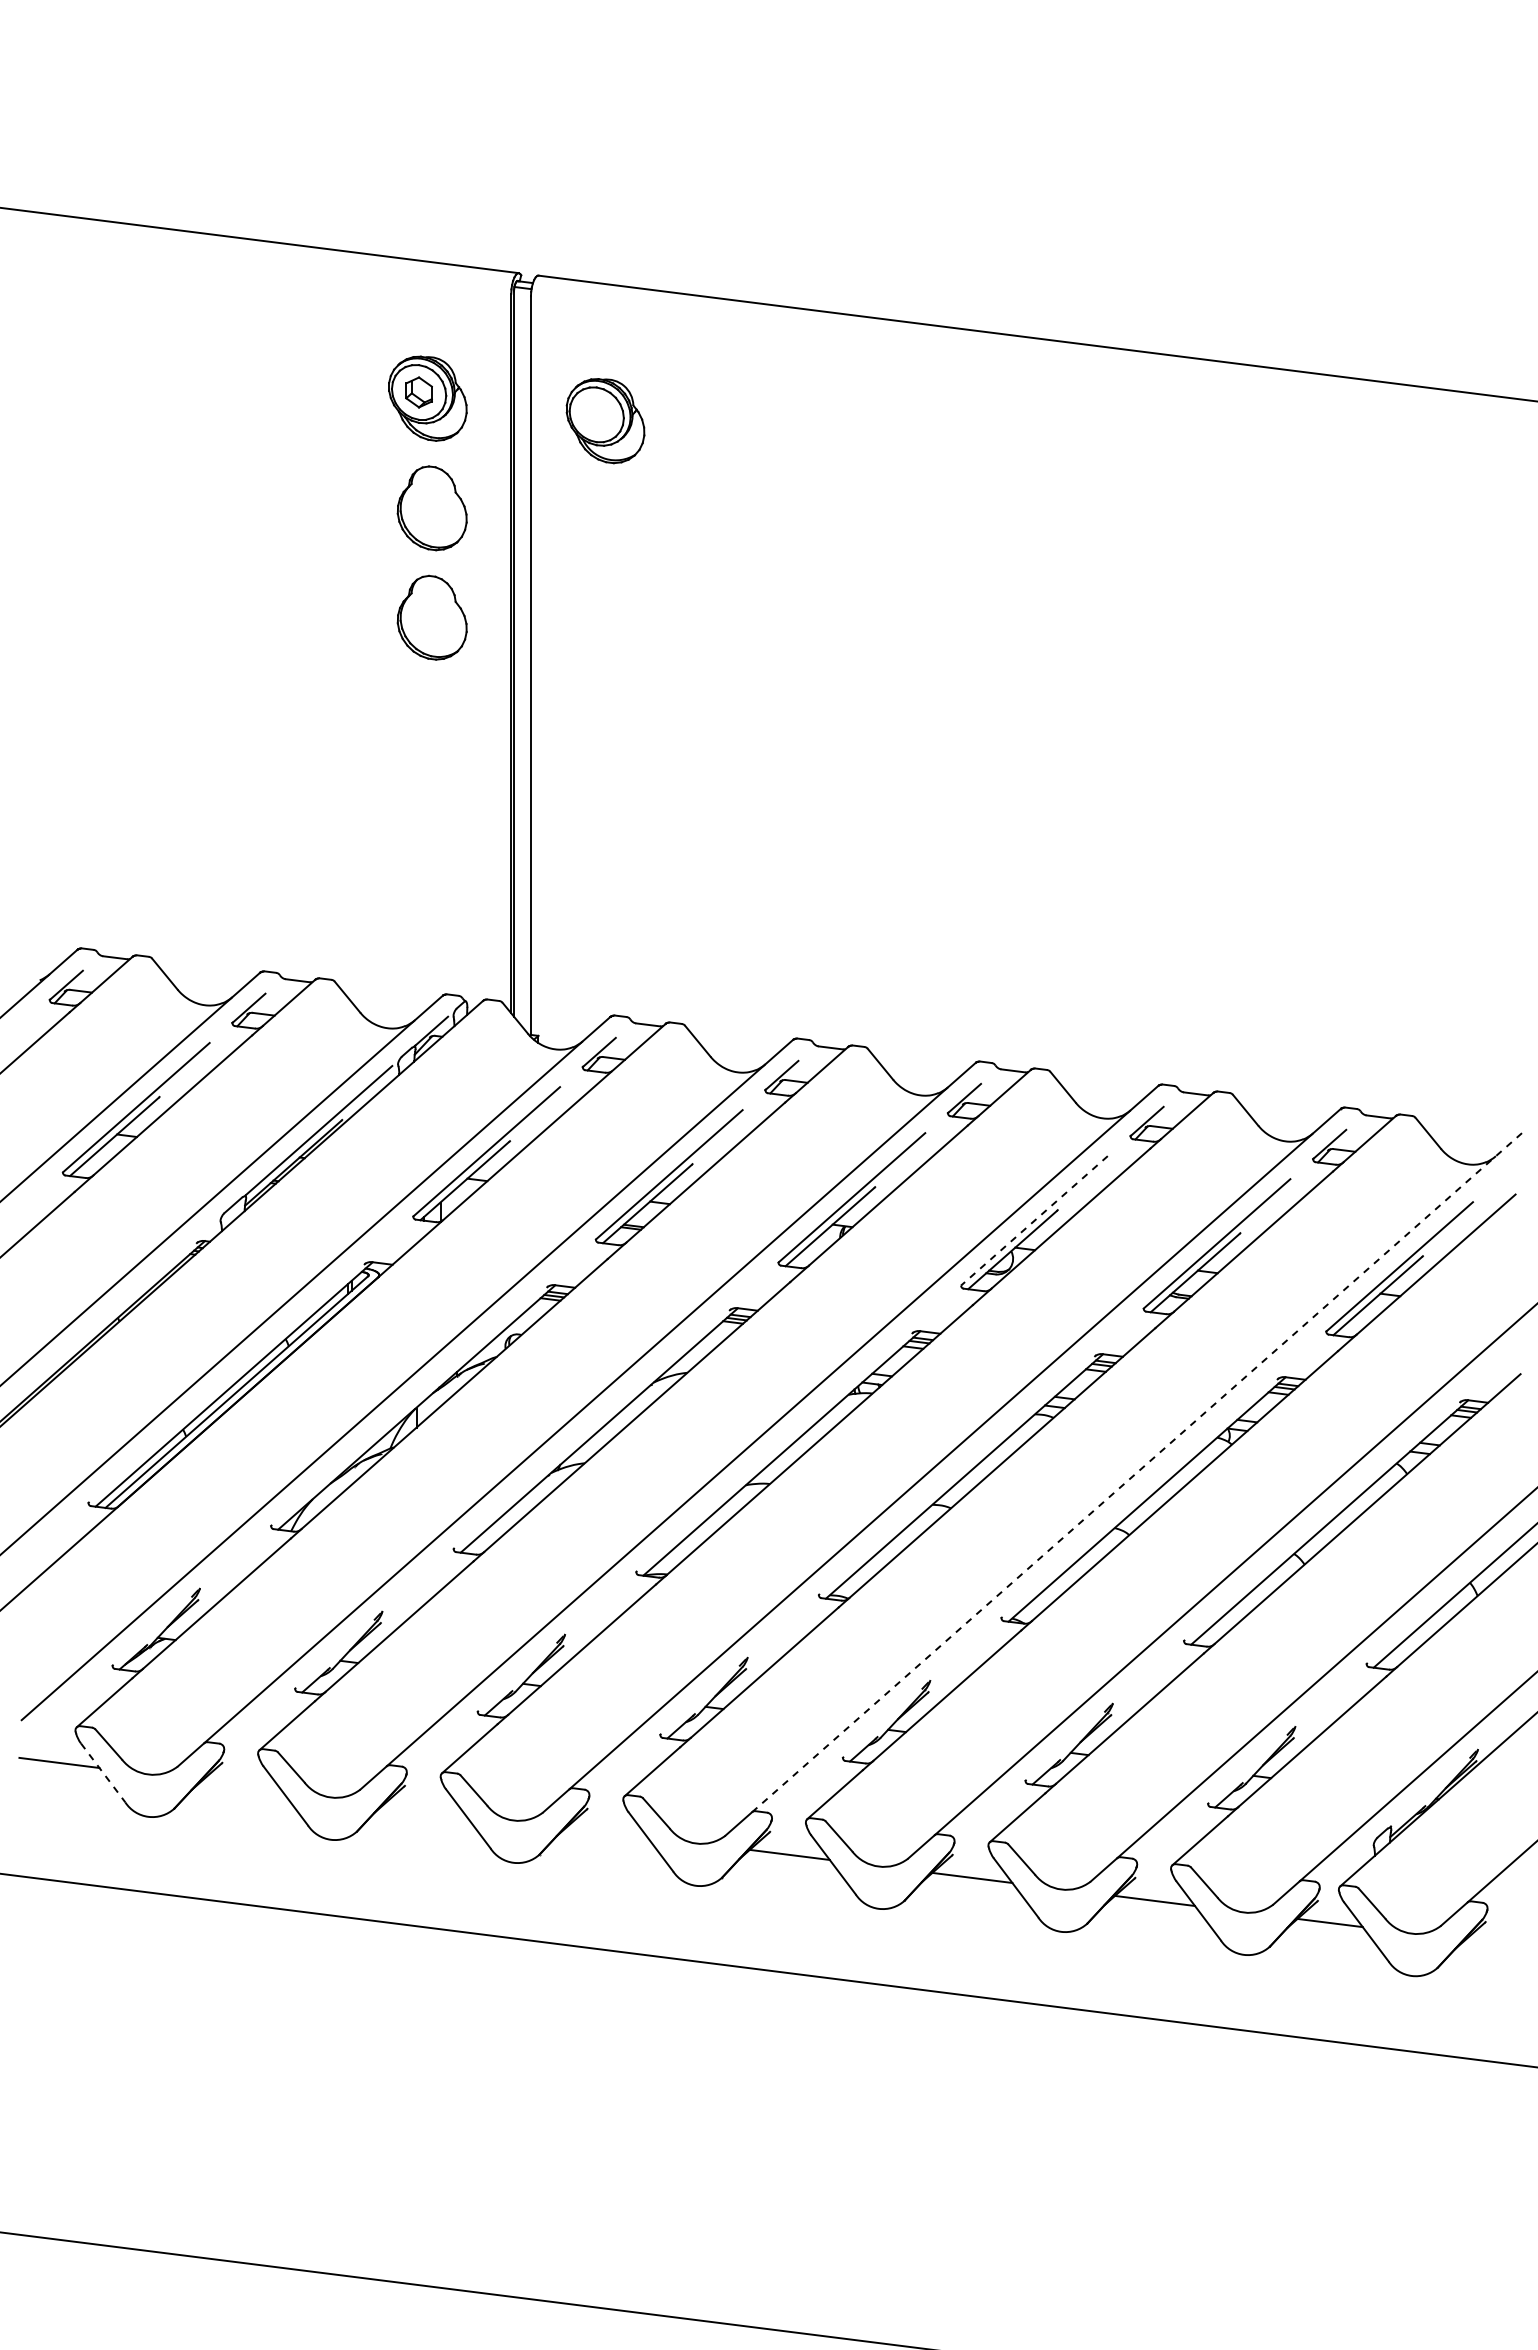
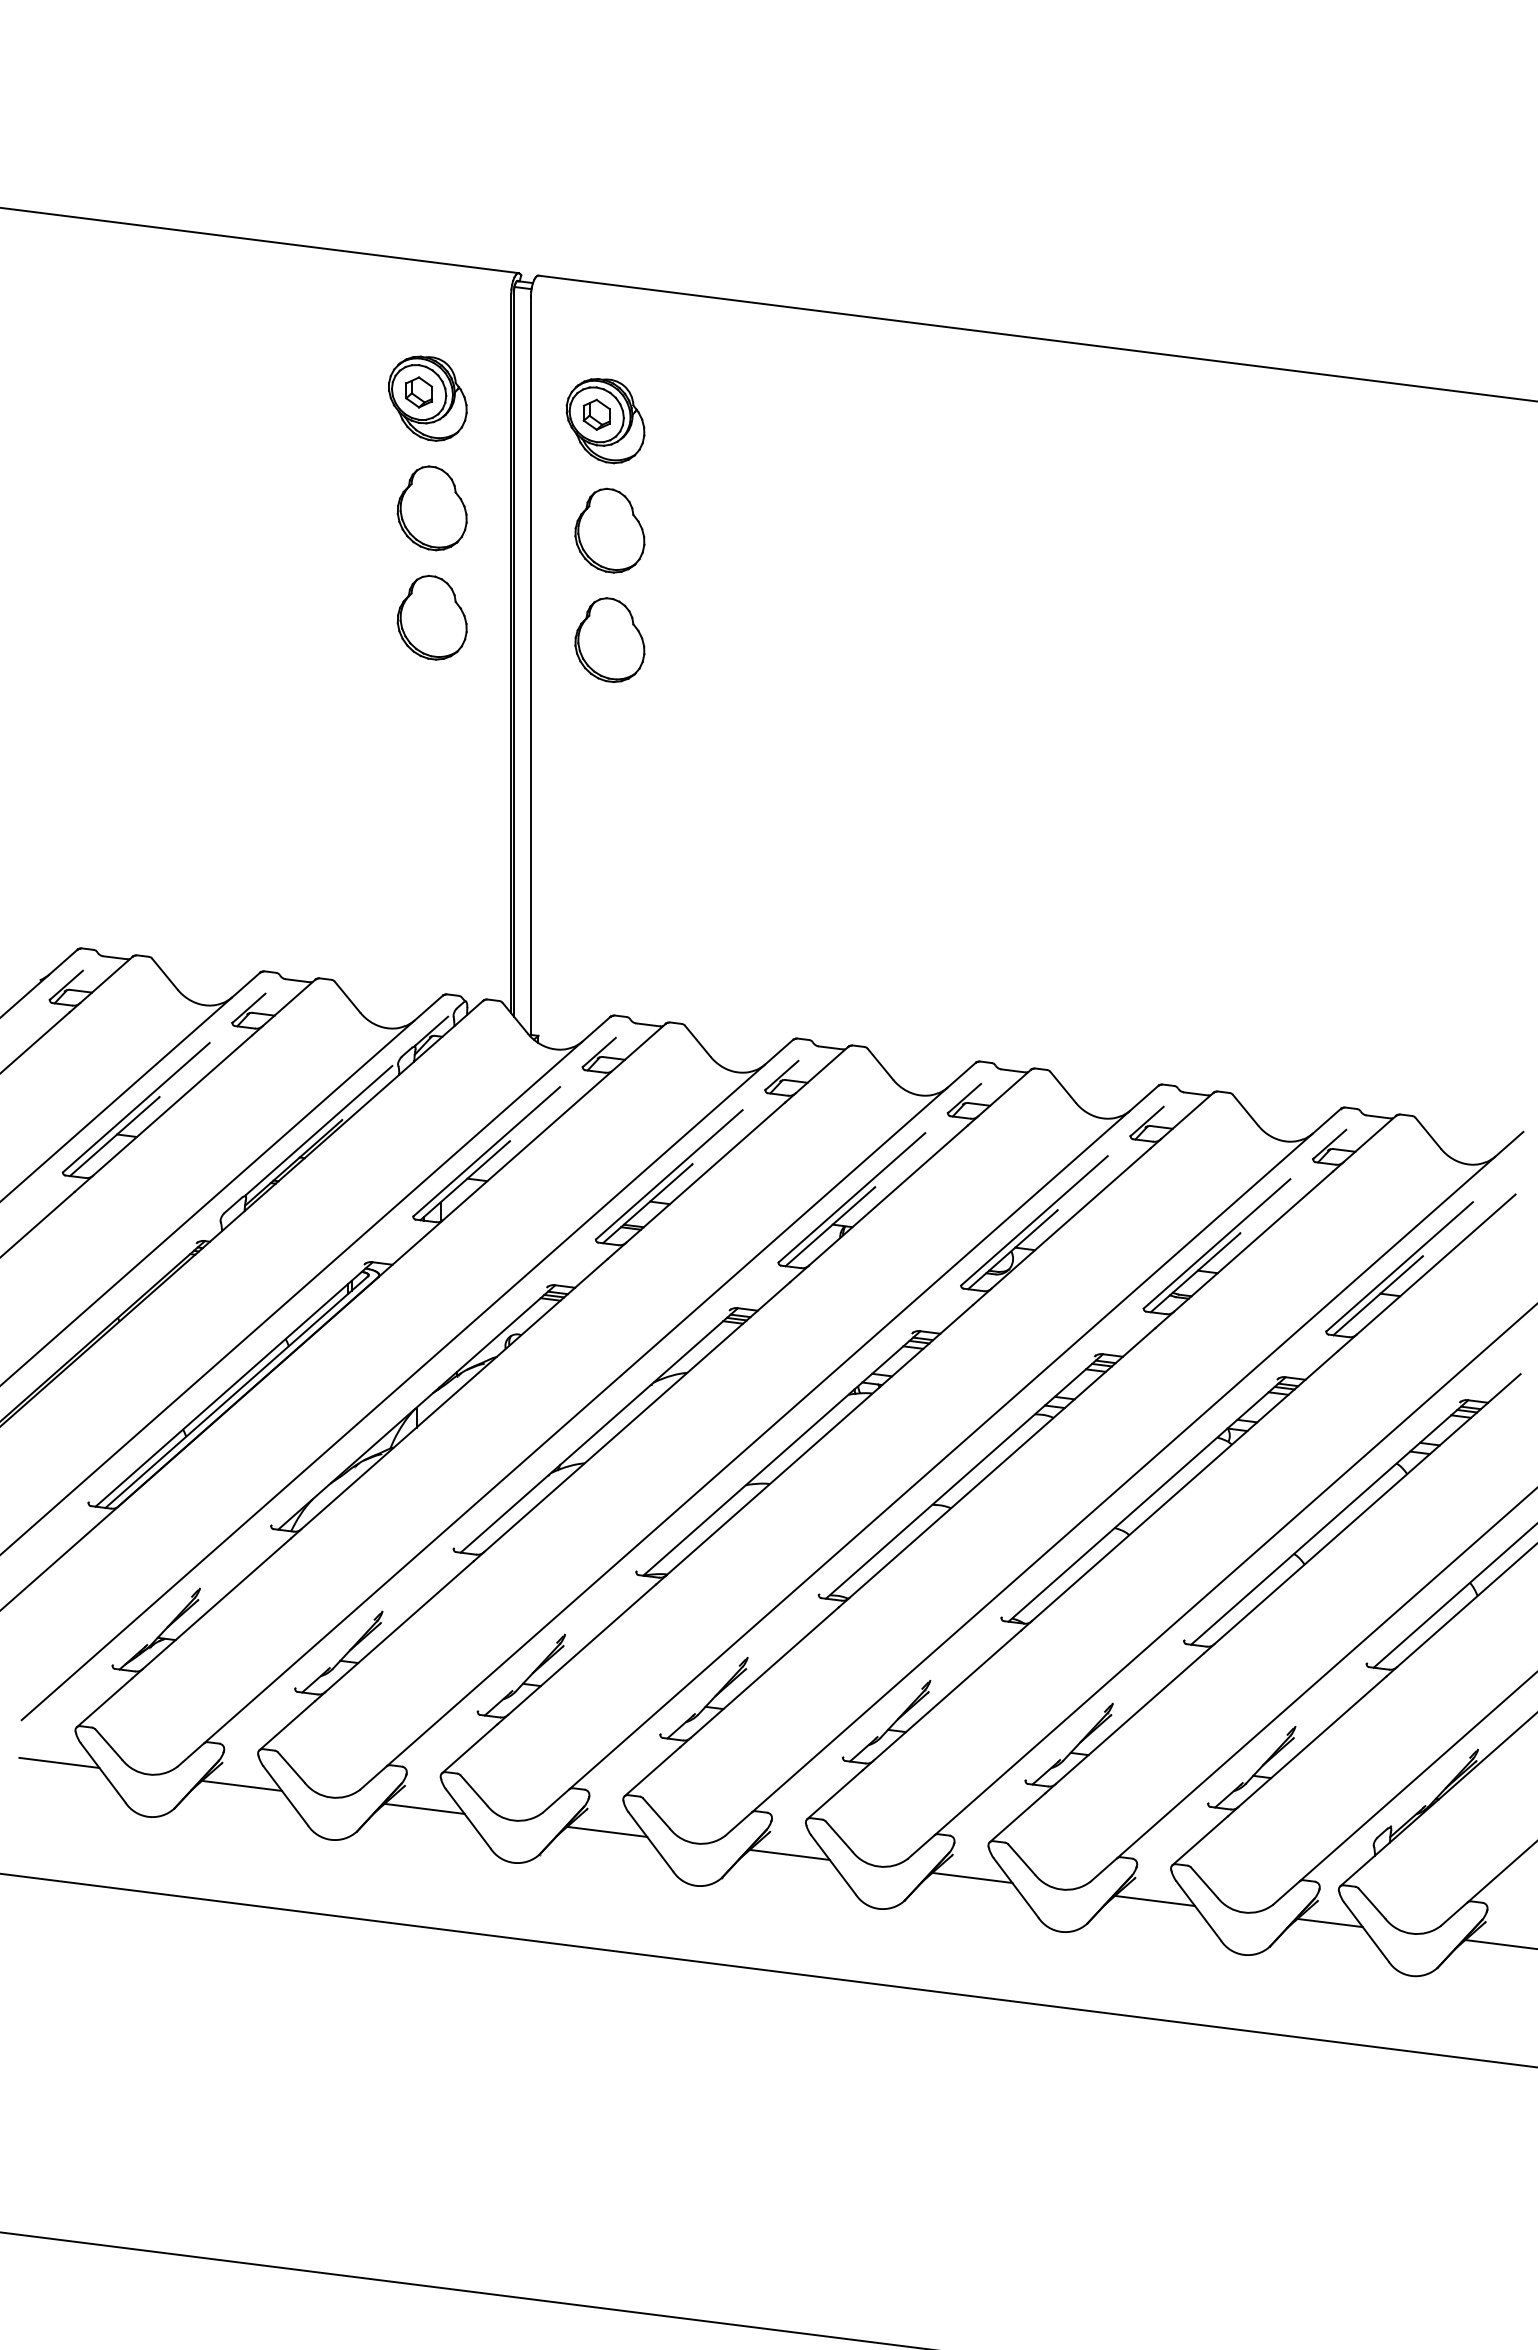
part at (596, 414): none -> present
part at (609, 530): none -> present
part at (609, 639): none -> present
line at (1034, 1220): dashed -> solid
line at (1138, 1471): dashed -> solid
line at (103, 1772): dashed -> solid
line at (242, 1785): none -> present
line at (424, 1808): none -> present
line at (607, 1831): none -> present
line at (1499, 1944): none -> present
